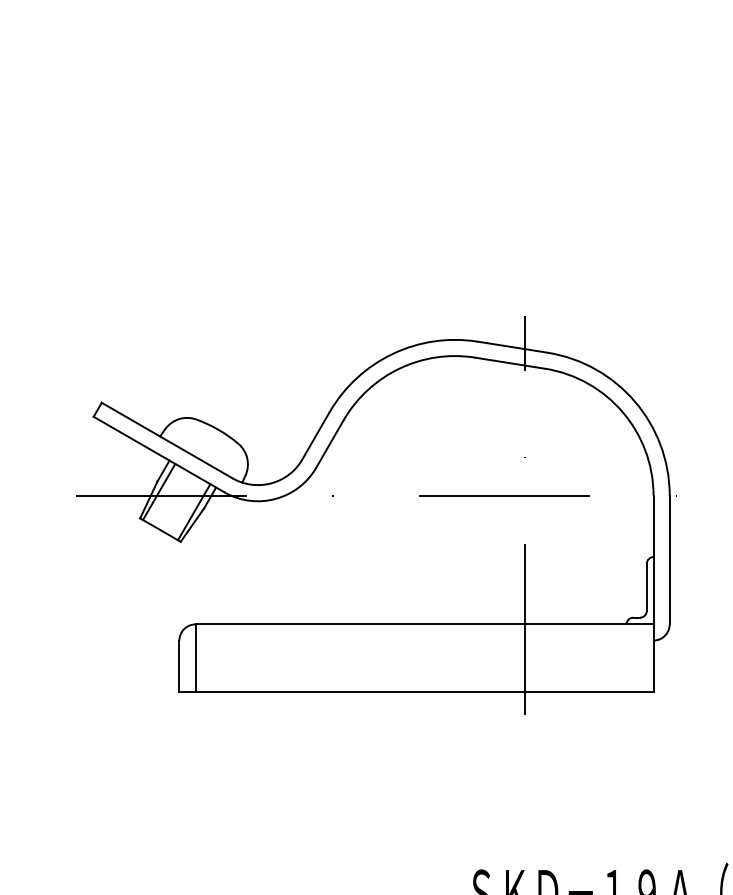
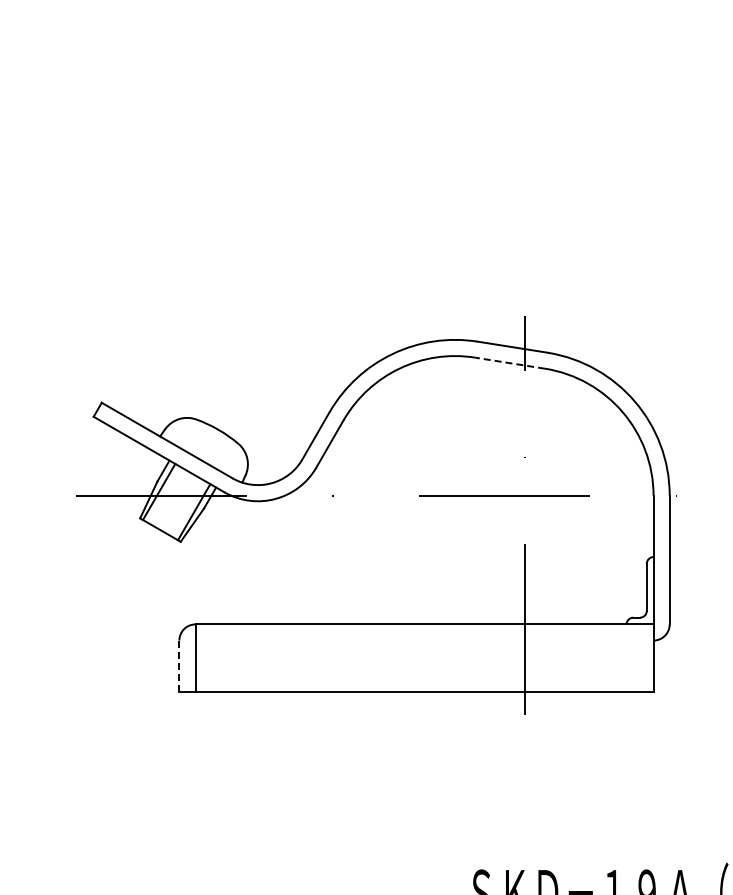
line at (509, 363): solid -> dashed
line at (179, 666): solid -> dashed
